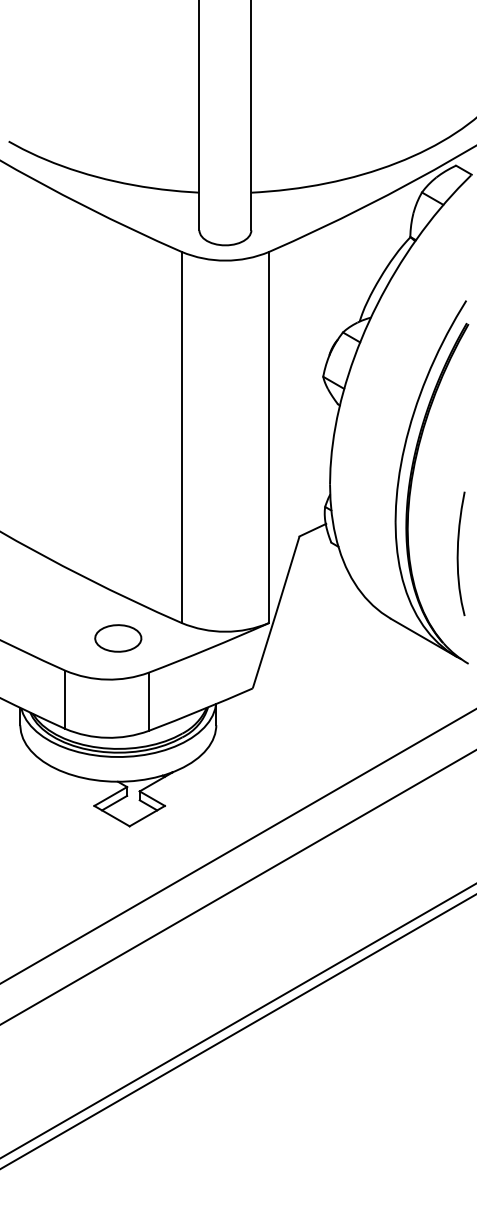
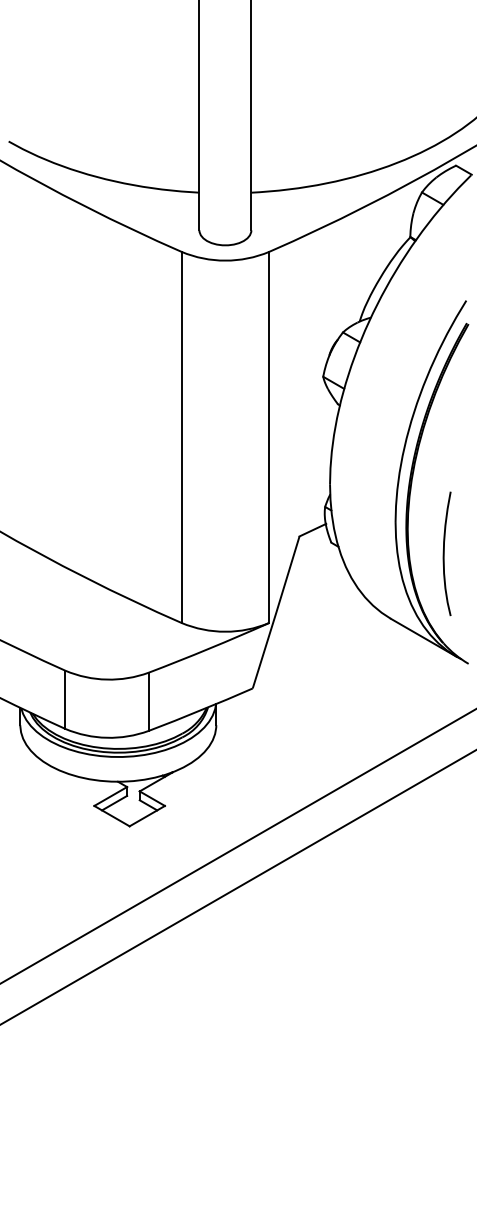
curve at (458, 553) position: (458, 553) -> (444, 553)
part at (118, 638): present -> none
line at (237, 1020): present -> none
line at (237, 1031): present -> none
